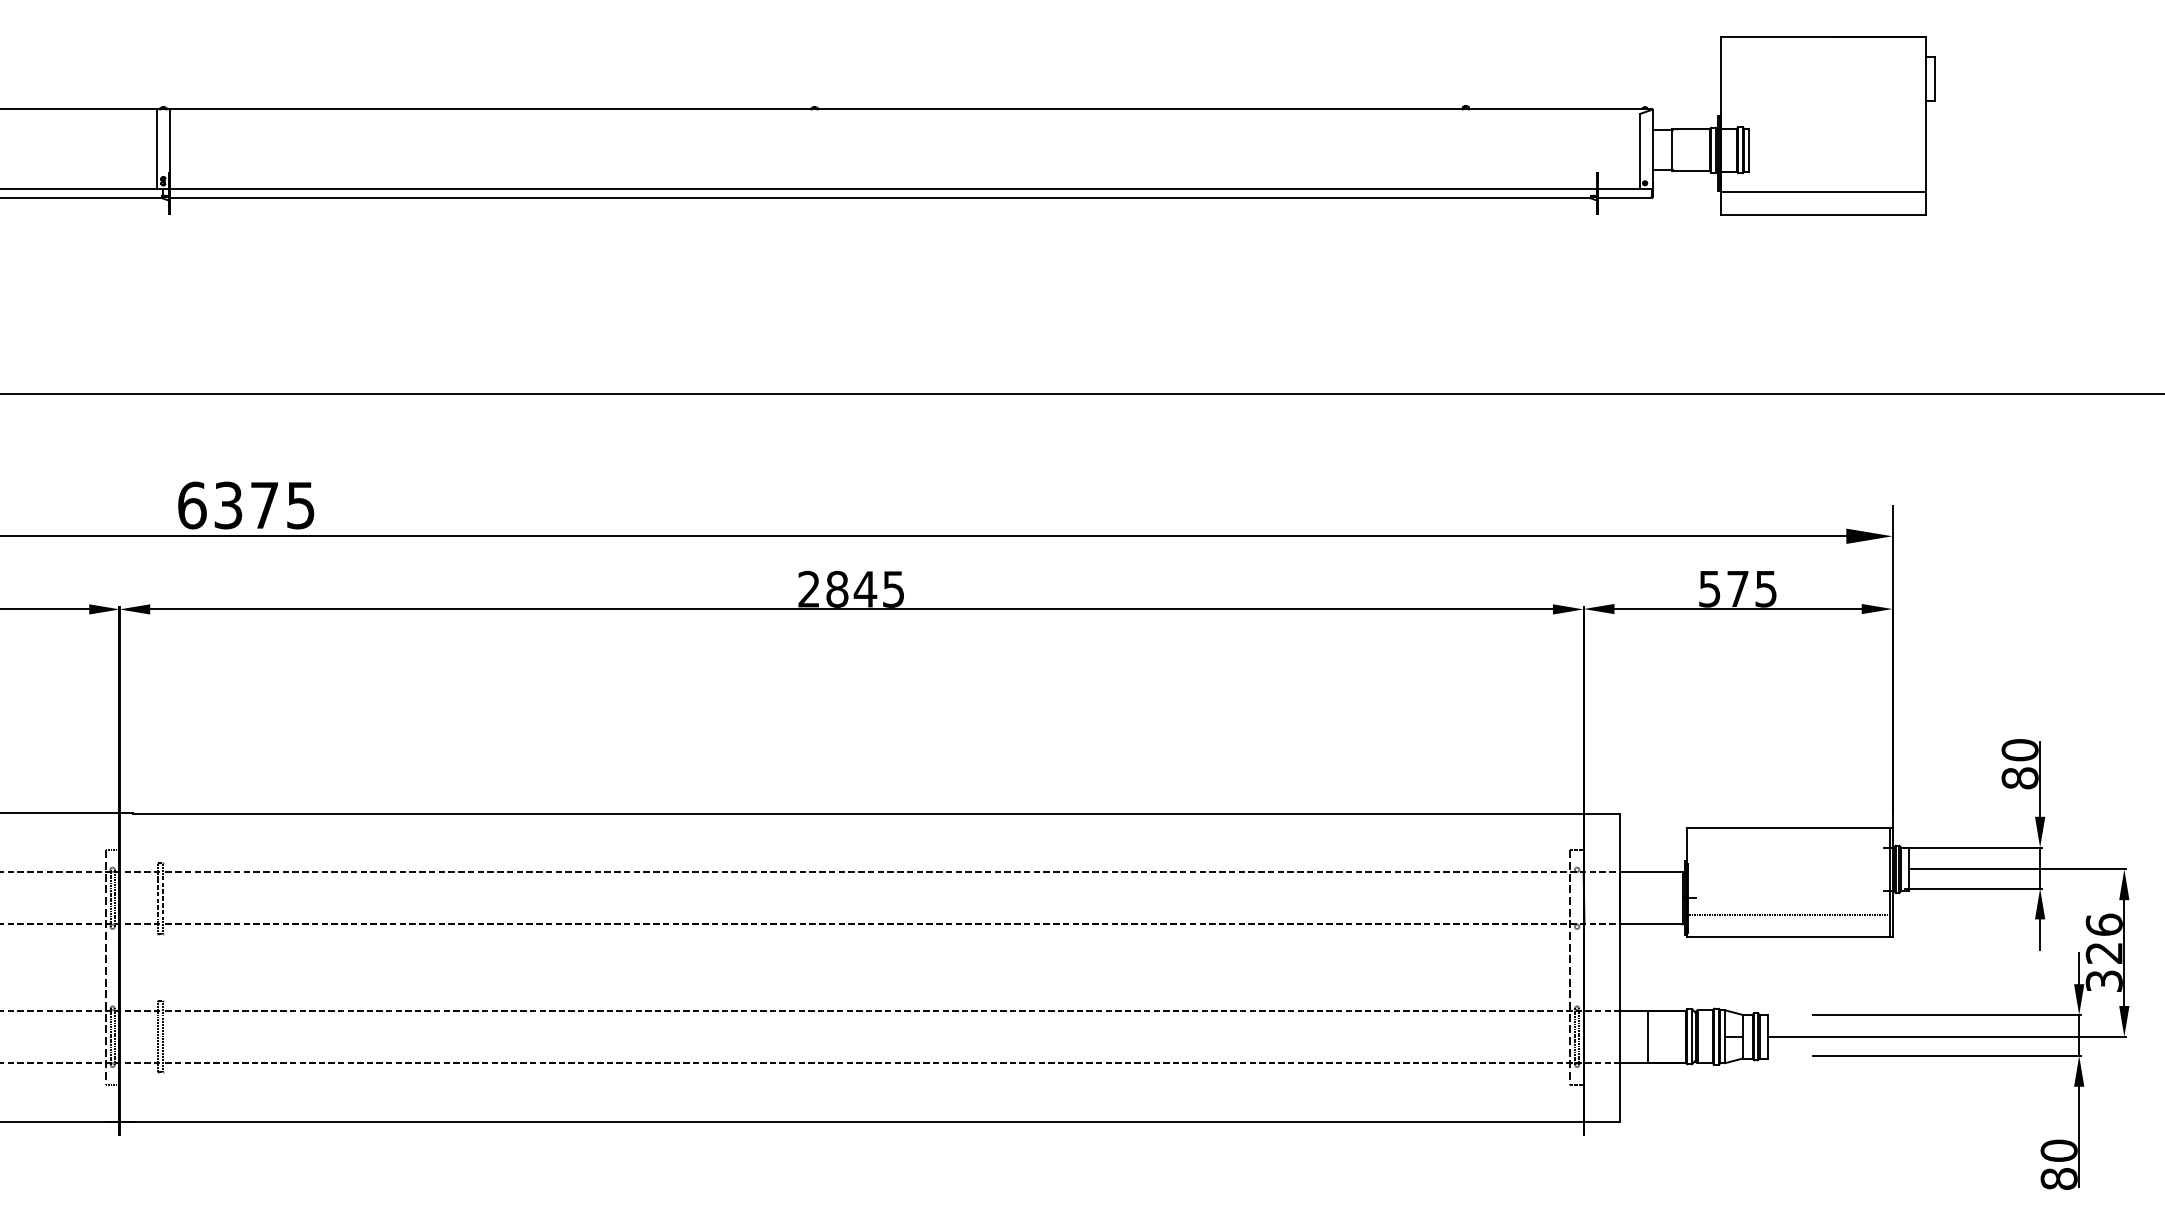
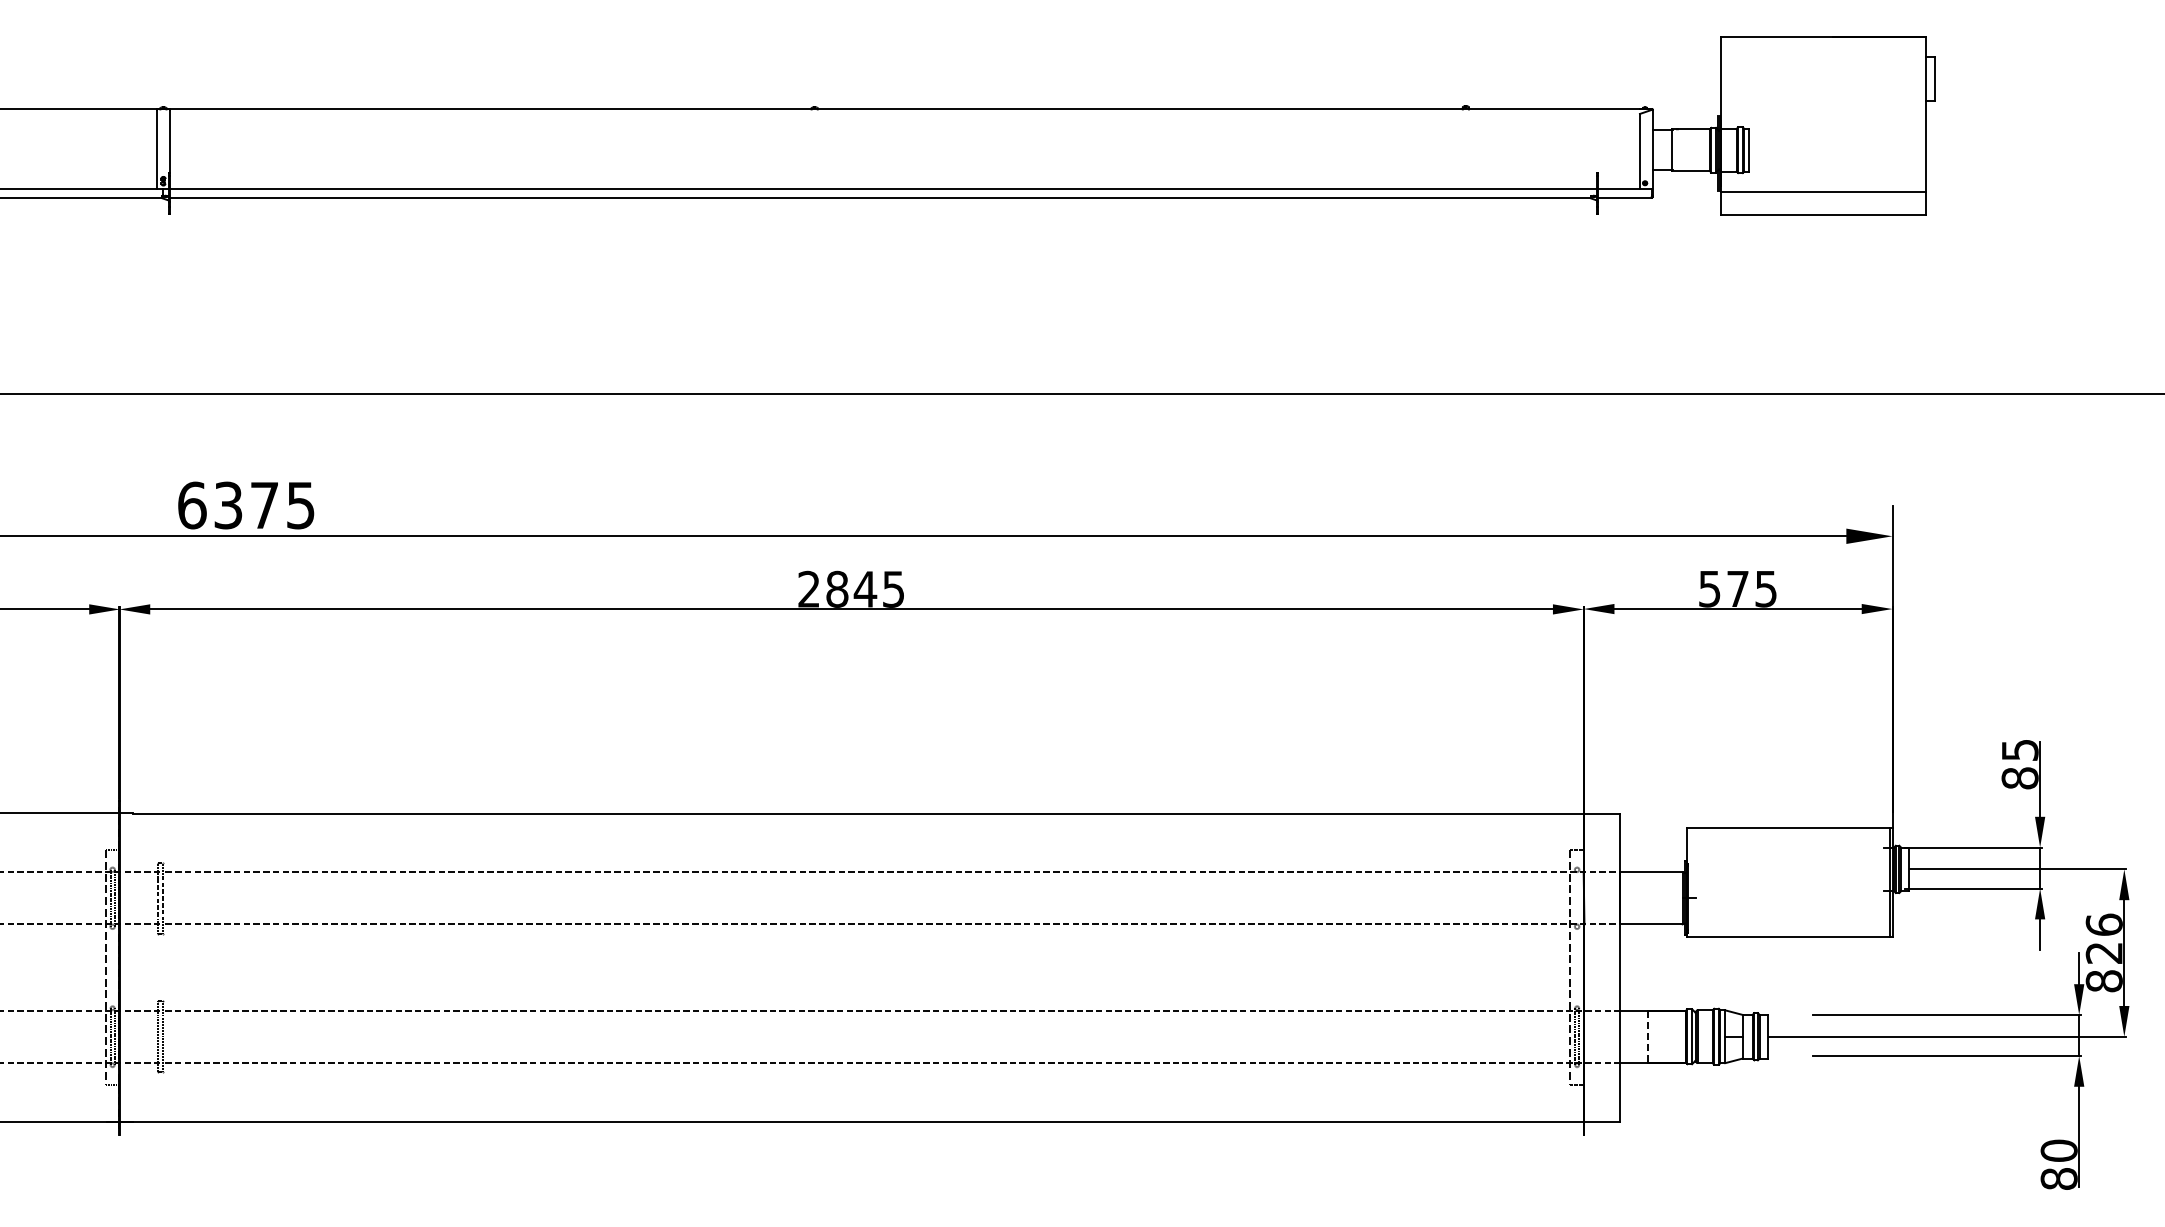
text at (2019, 750): 80 -> 85
line at (1789, 914): present -> none
text at (2103, 981): 326 -> 826
line at (1648, 1036): solid -> dashed
